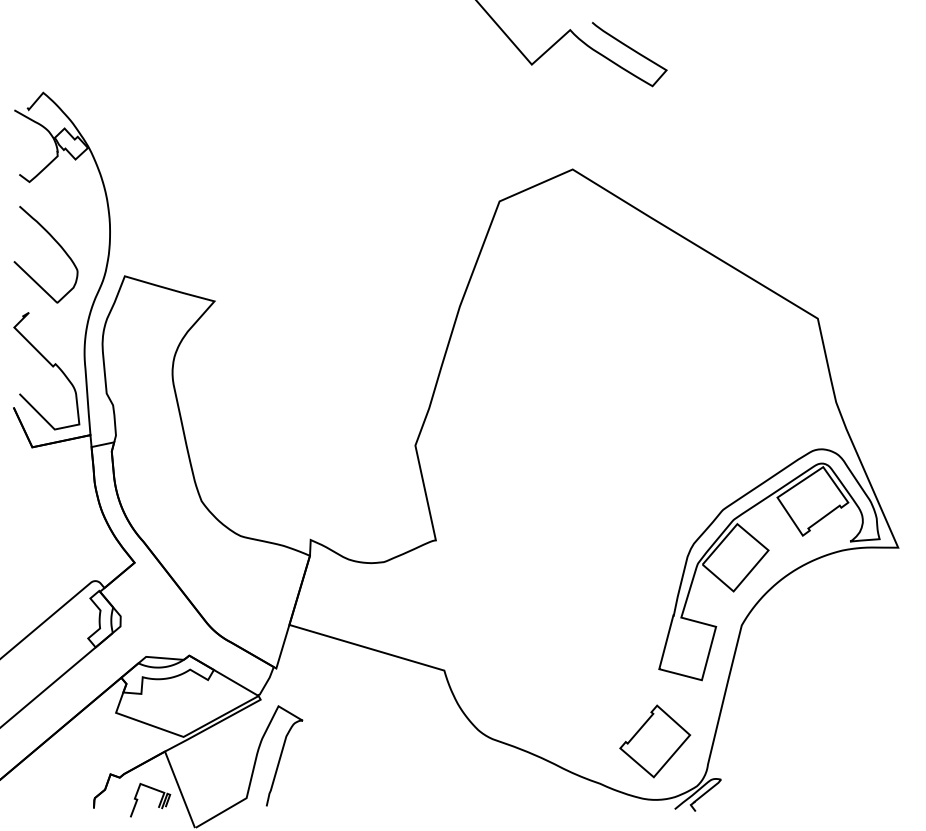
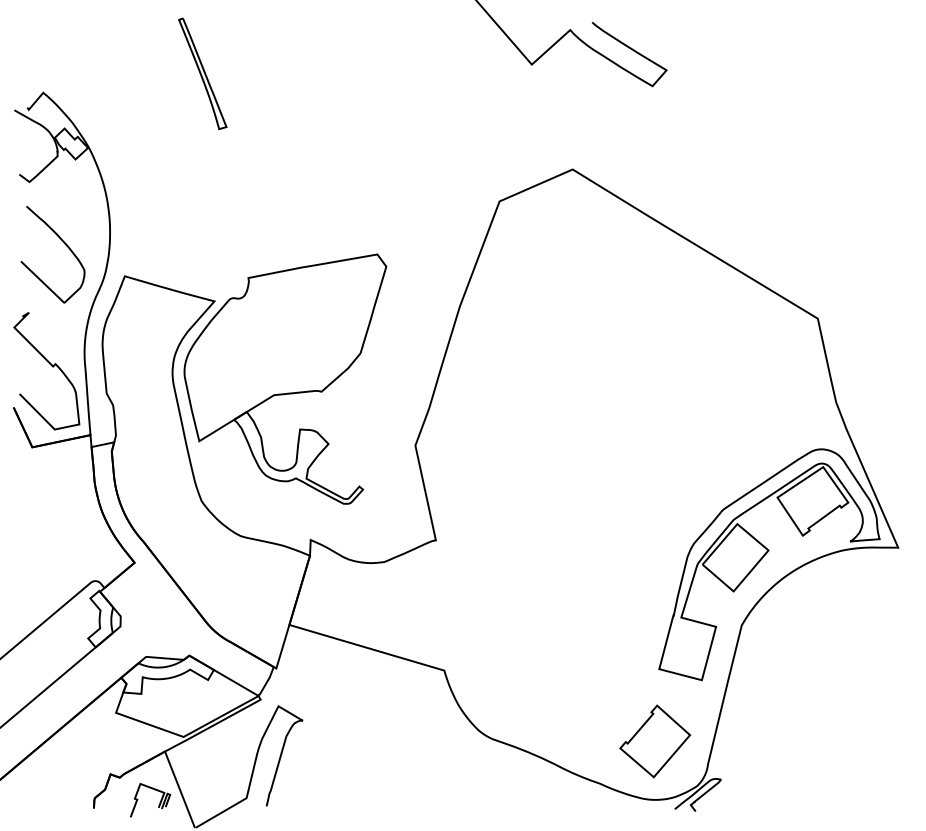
part at (202, 73): none -> present
curve at (56, 243) position: (56, 243) -> (63, 243)
part at (285, 378): none -> present
